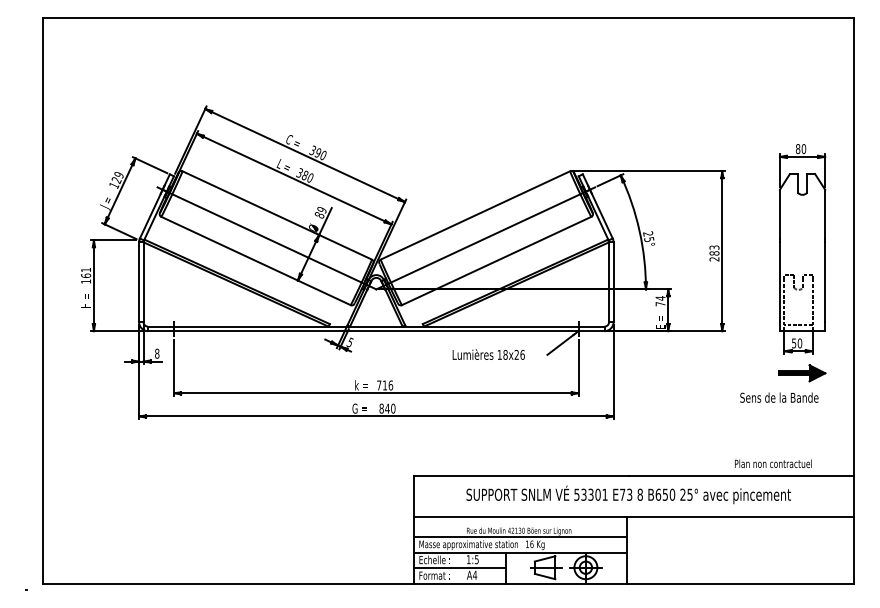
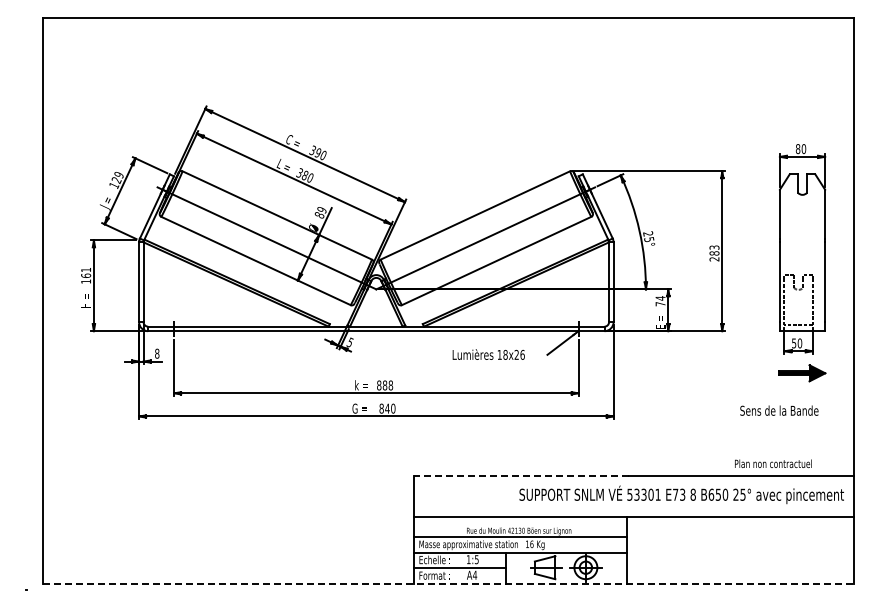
text at (385, 385): 716 -> 888
text at (779, 397) position: (779, 397) -> (779, 410)
line at (521, 476): solid -> dashed
text at (628, 494) position: (628, 494) -> (681, 494)
line at (448, 583): solid -> dashed
